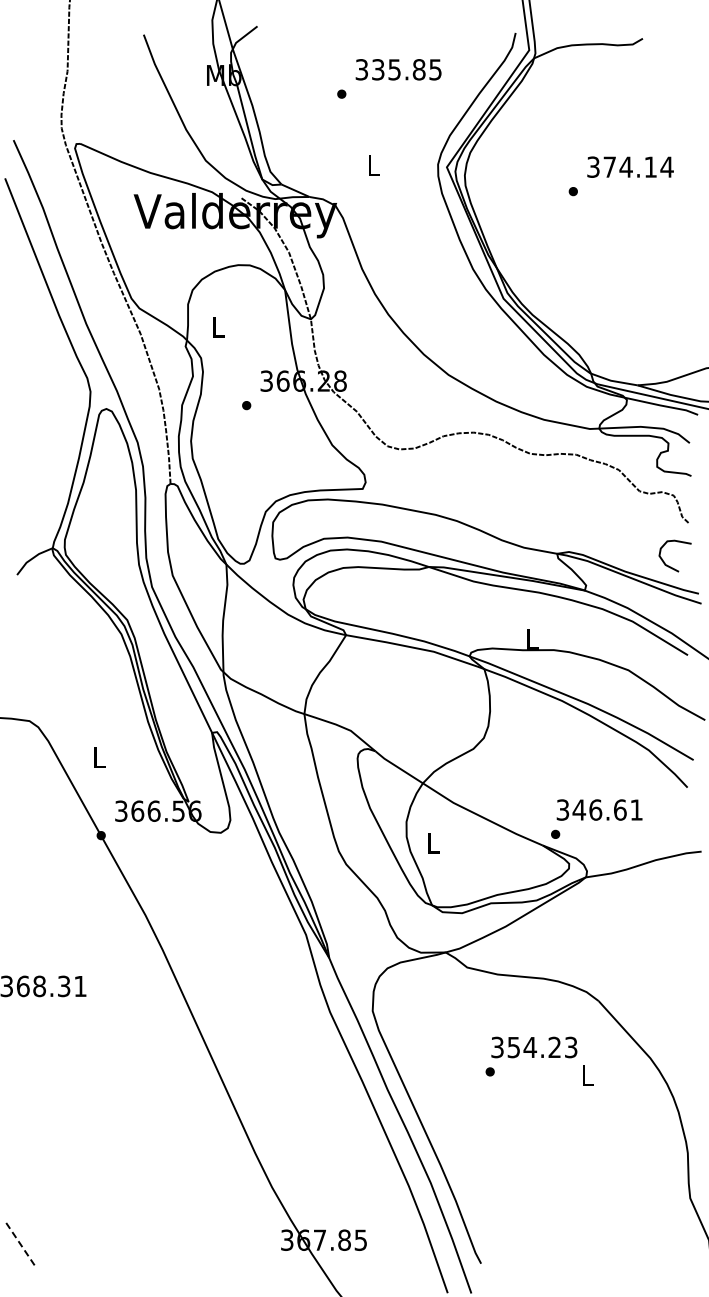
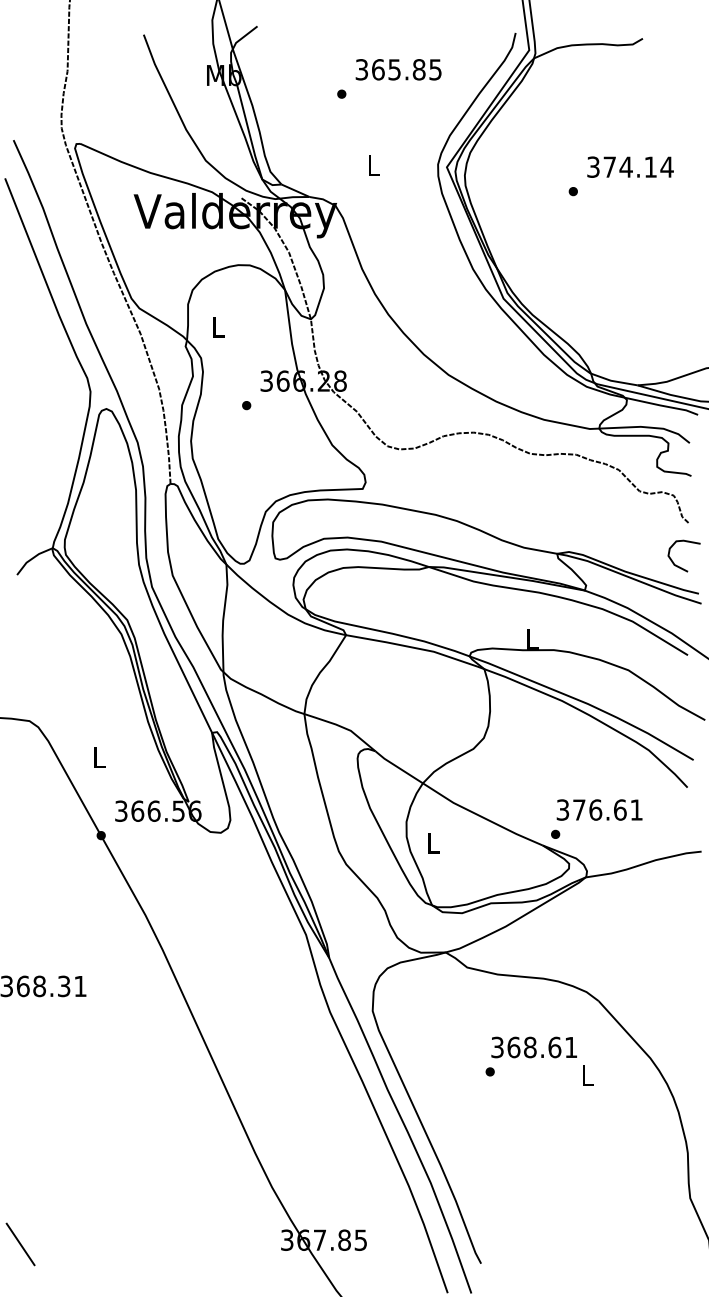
text at (378, 69): 335.85 -> 365.85
curve at (669, 565) position: (669, 565) -> (678, 565)
text at (579, 809): 346.61 -> 376.61
text at (542, 1047): 354.23 -> 368.61
line at (20, 1244): dashed -> solid
